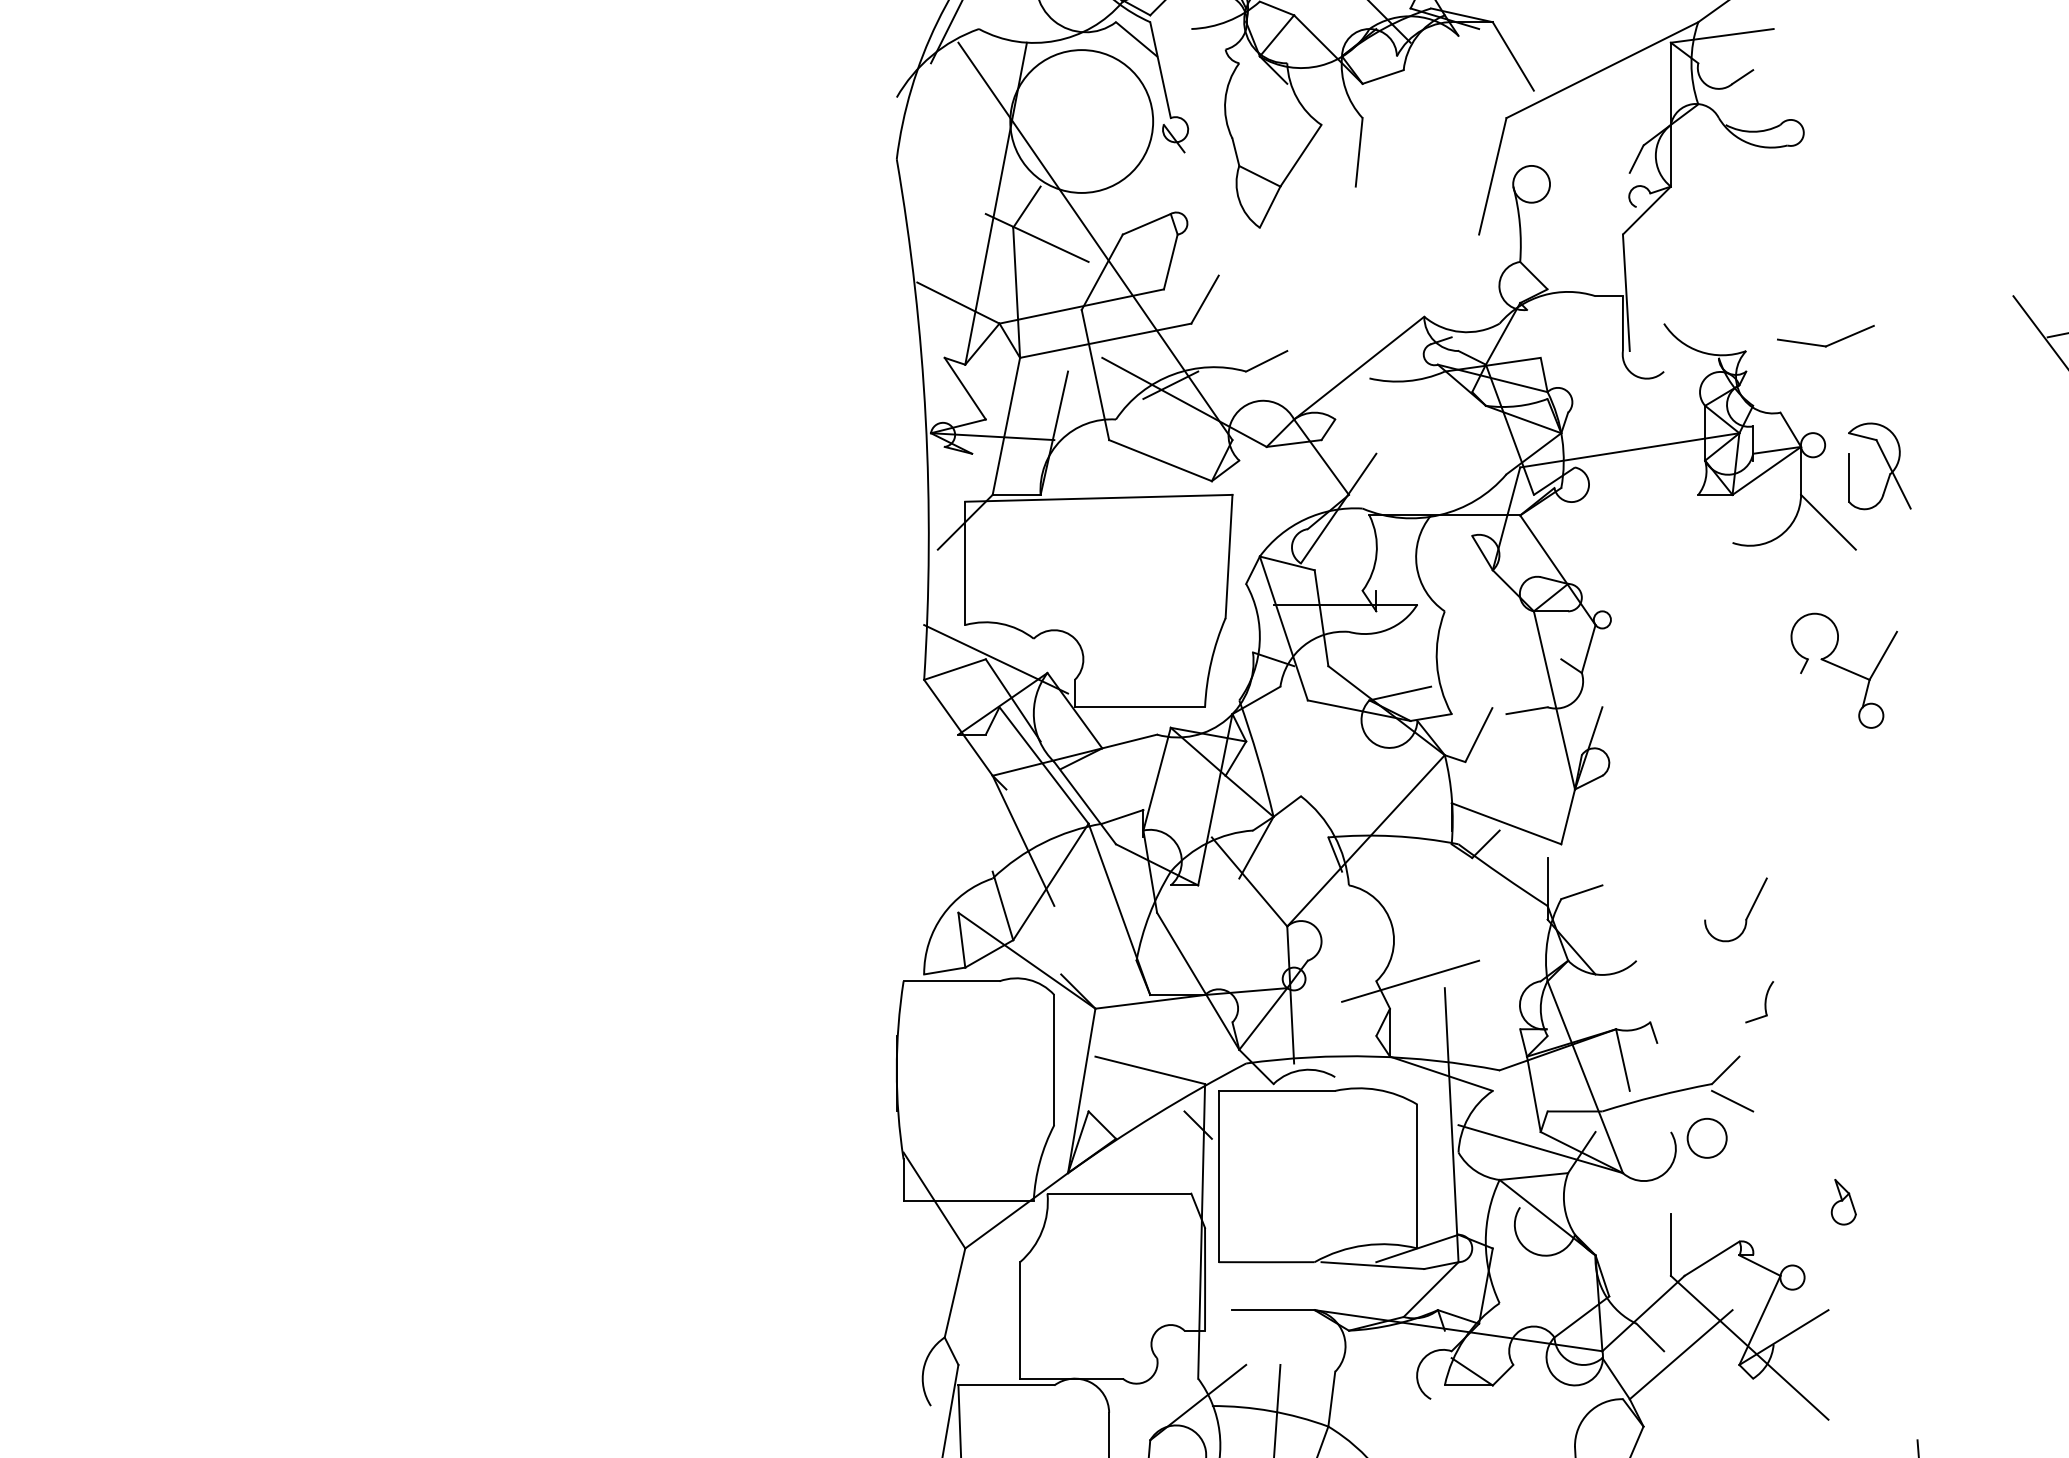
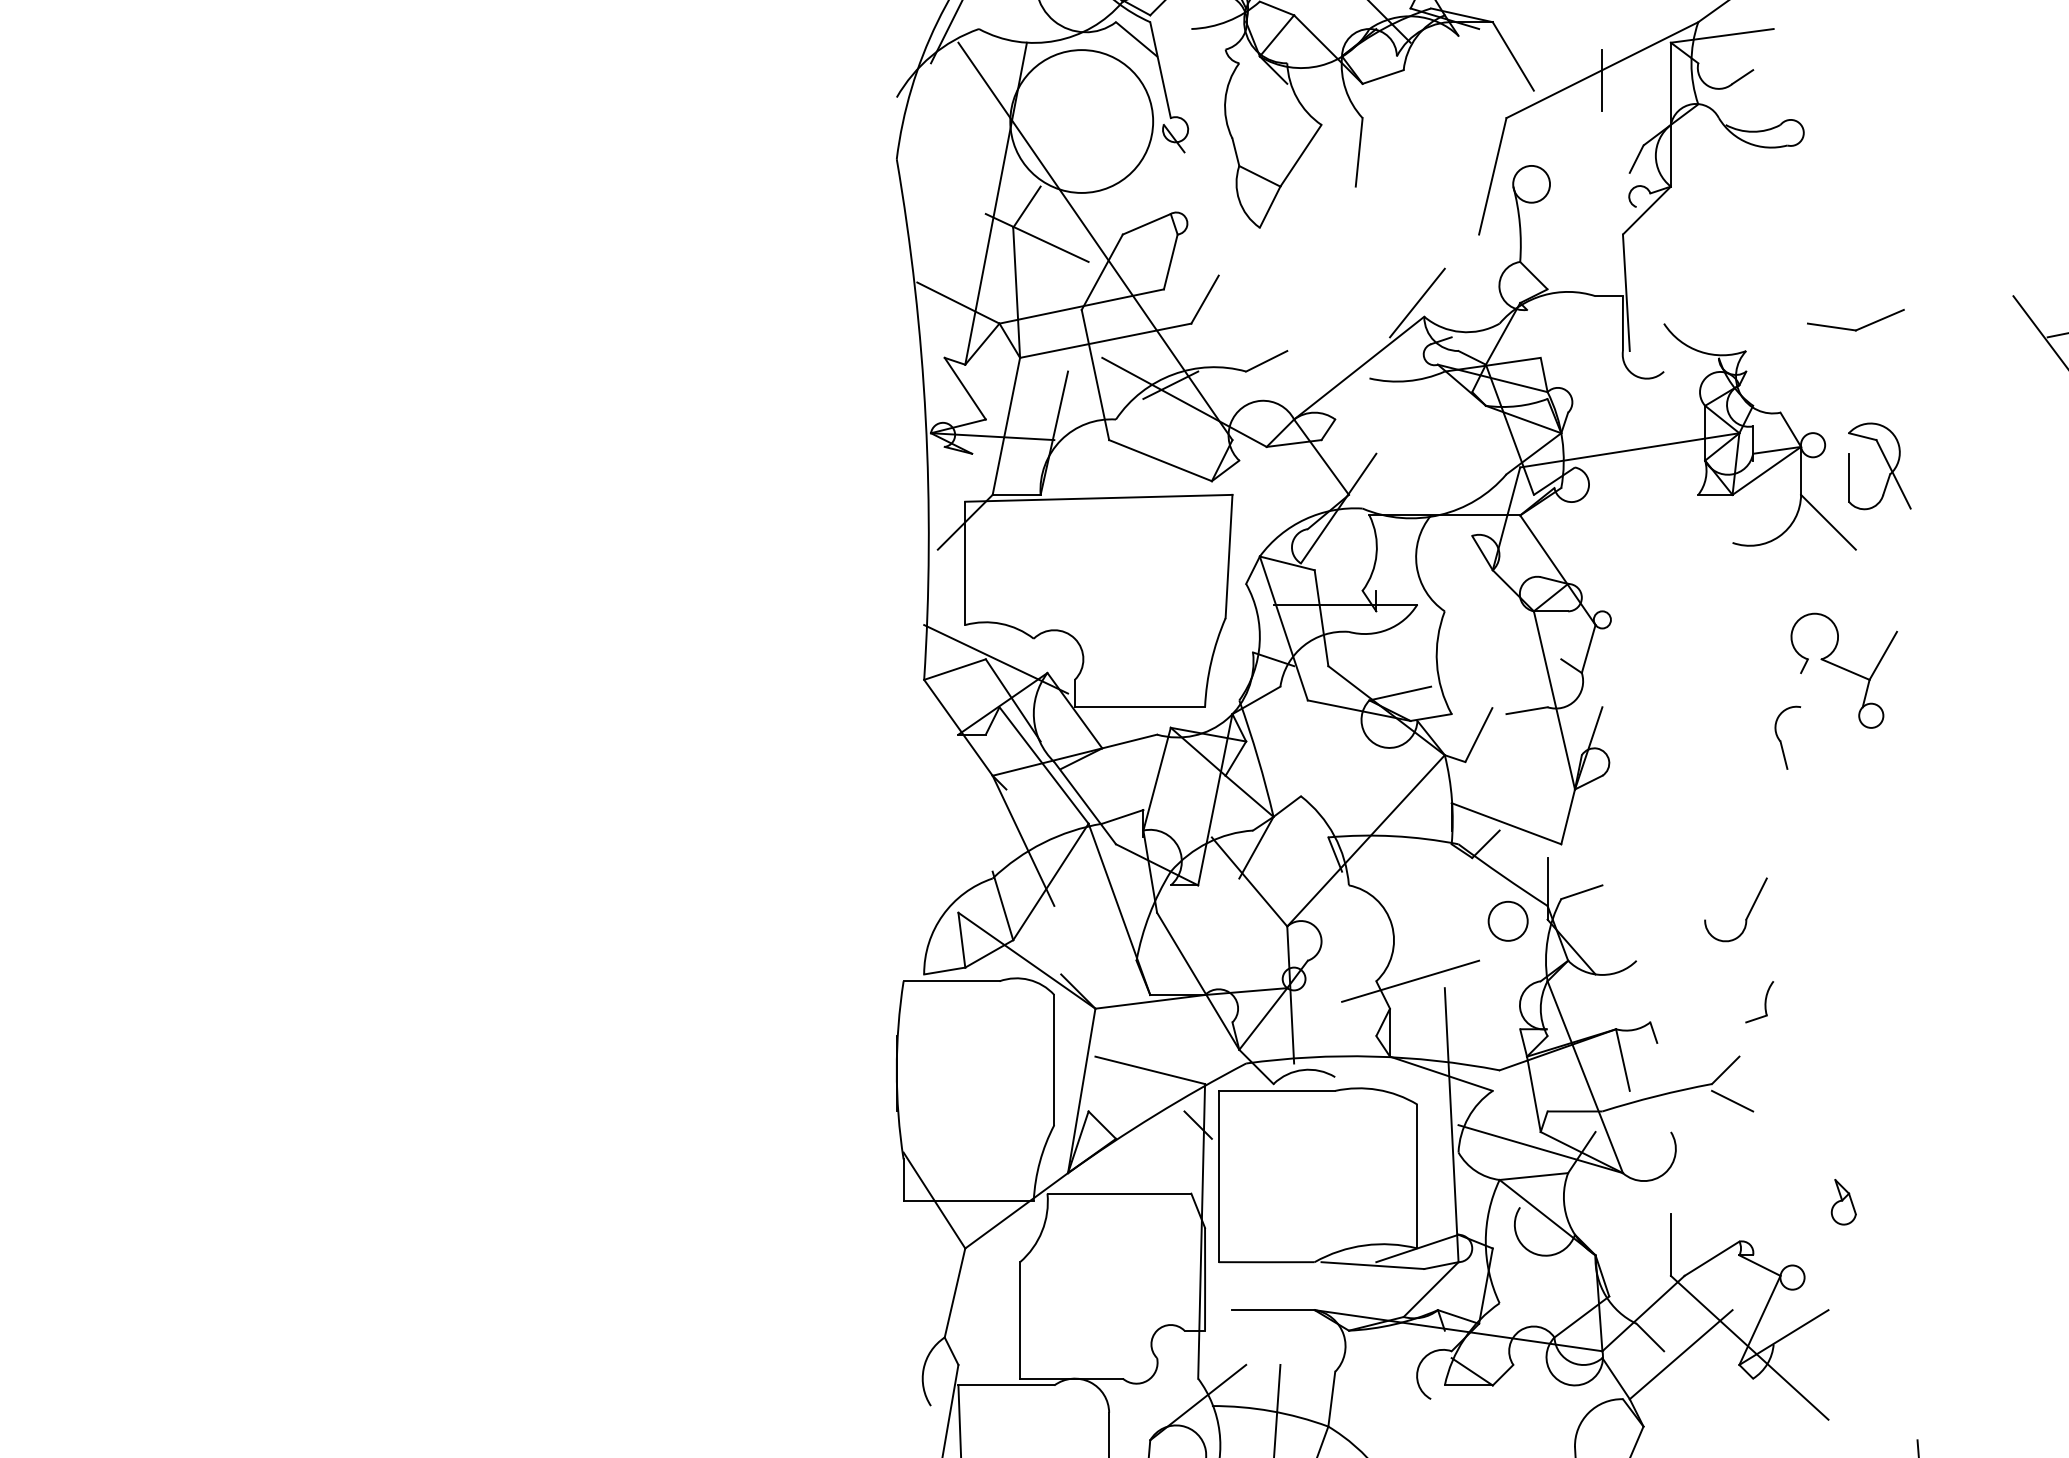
line at (1602, 80): none -> present
line at (1417, 302): none -> present
part at (1829, 343) position: (1829, 343) -> (1859, 327)
part at (1781, 740): none -> present
circle at (1706, 1137) position: (1706, 1137) -> (1507, 920)
